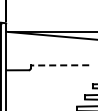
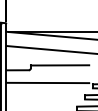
line at (50, 49): none -> present
line at (59, 65): dashed -> solid
line at (47, 82): none -> present
